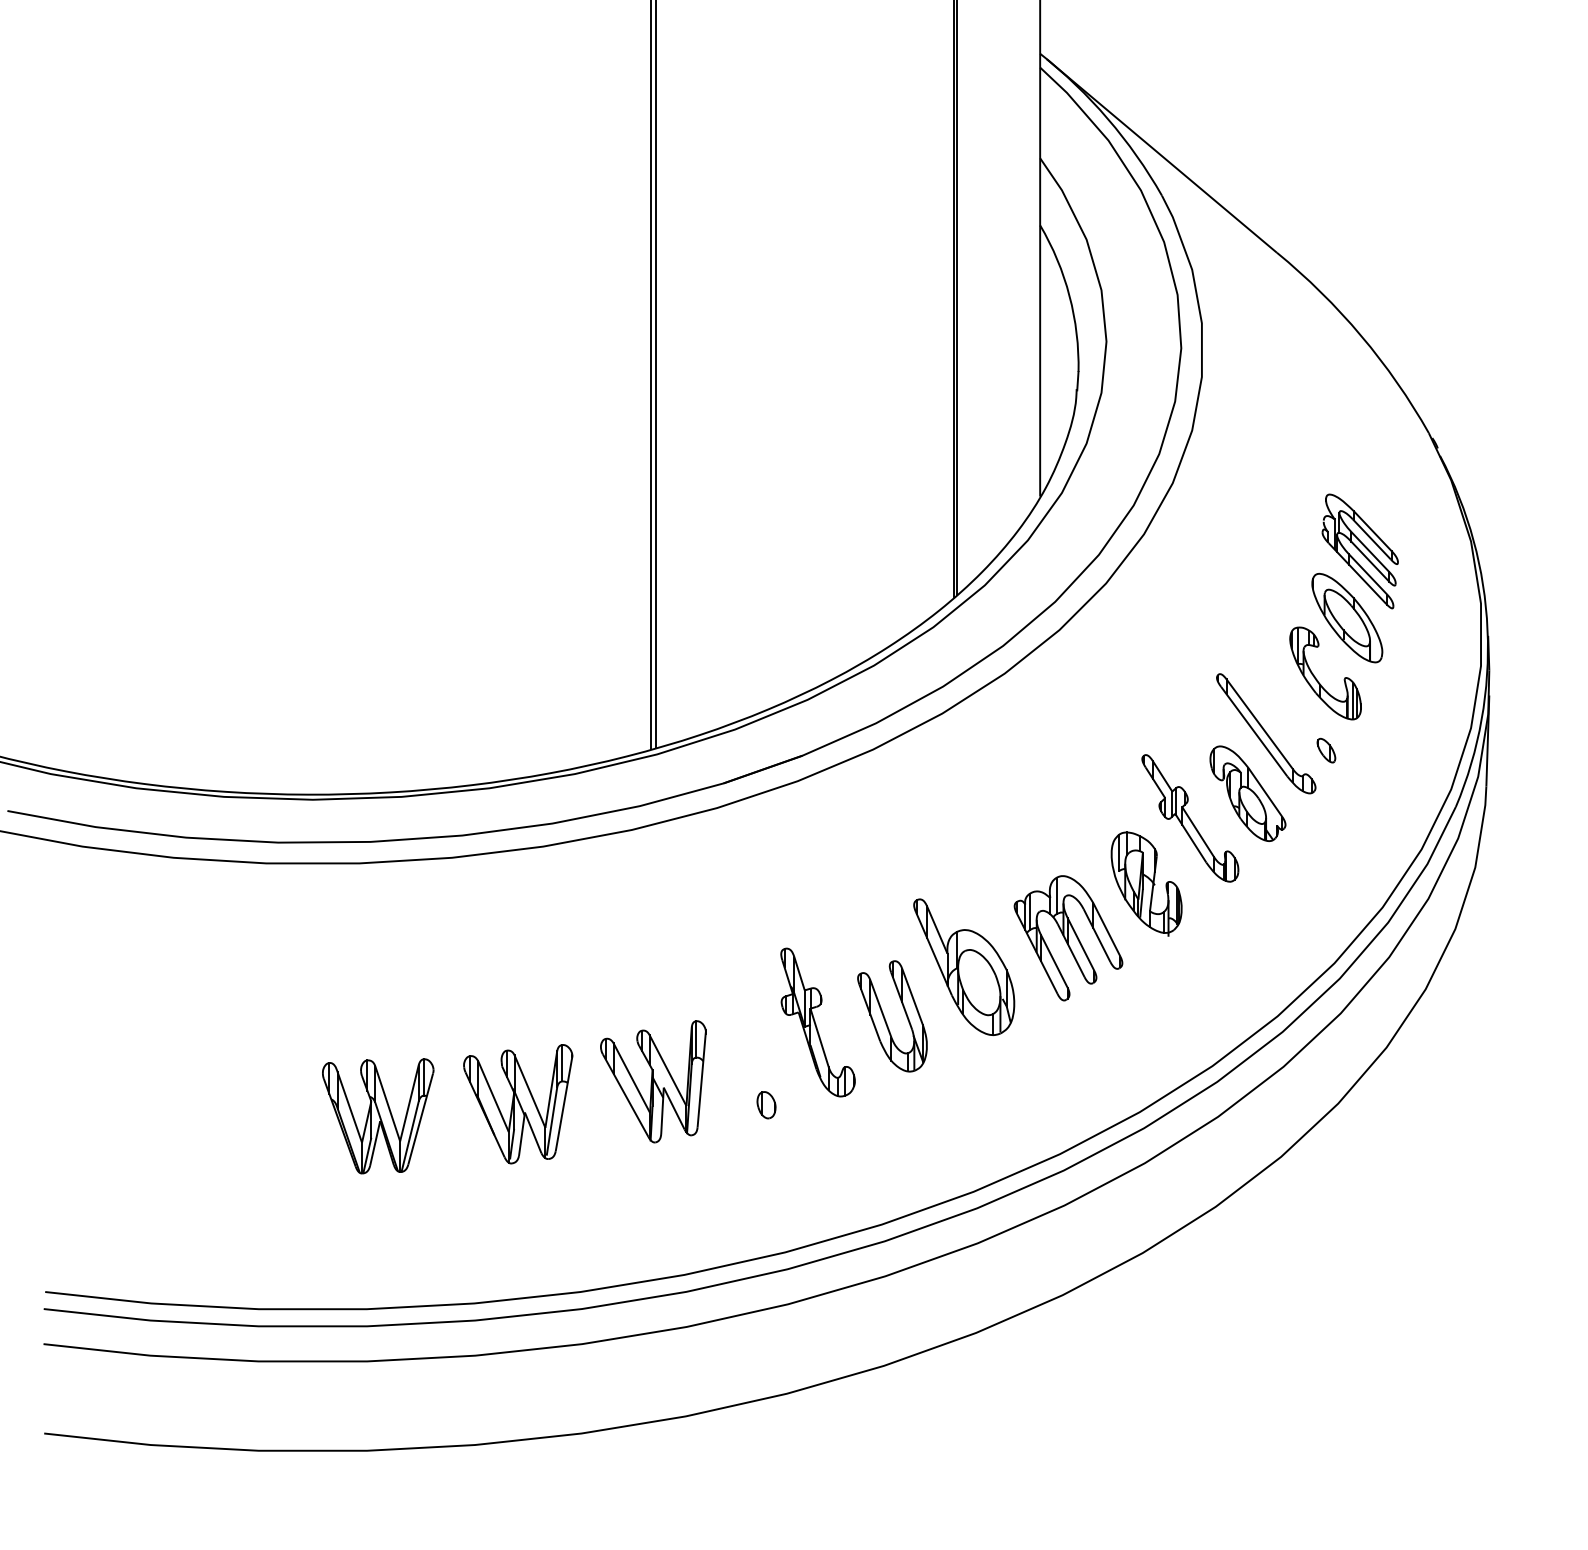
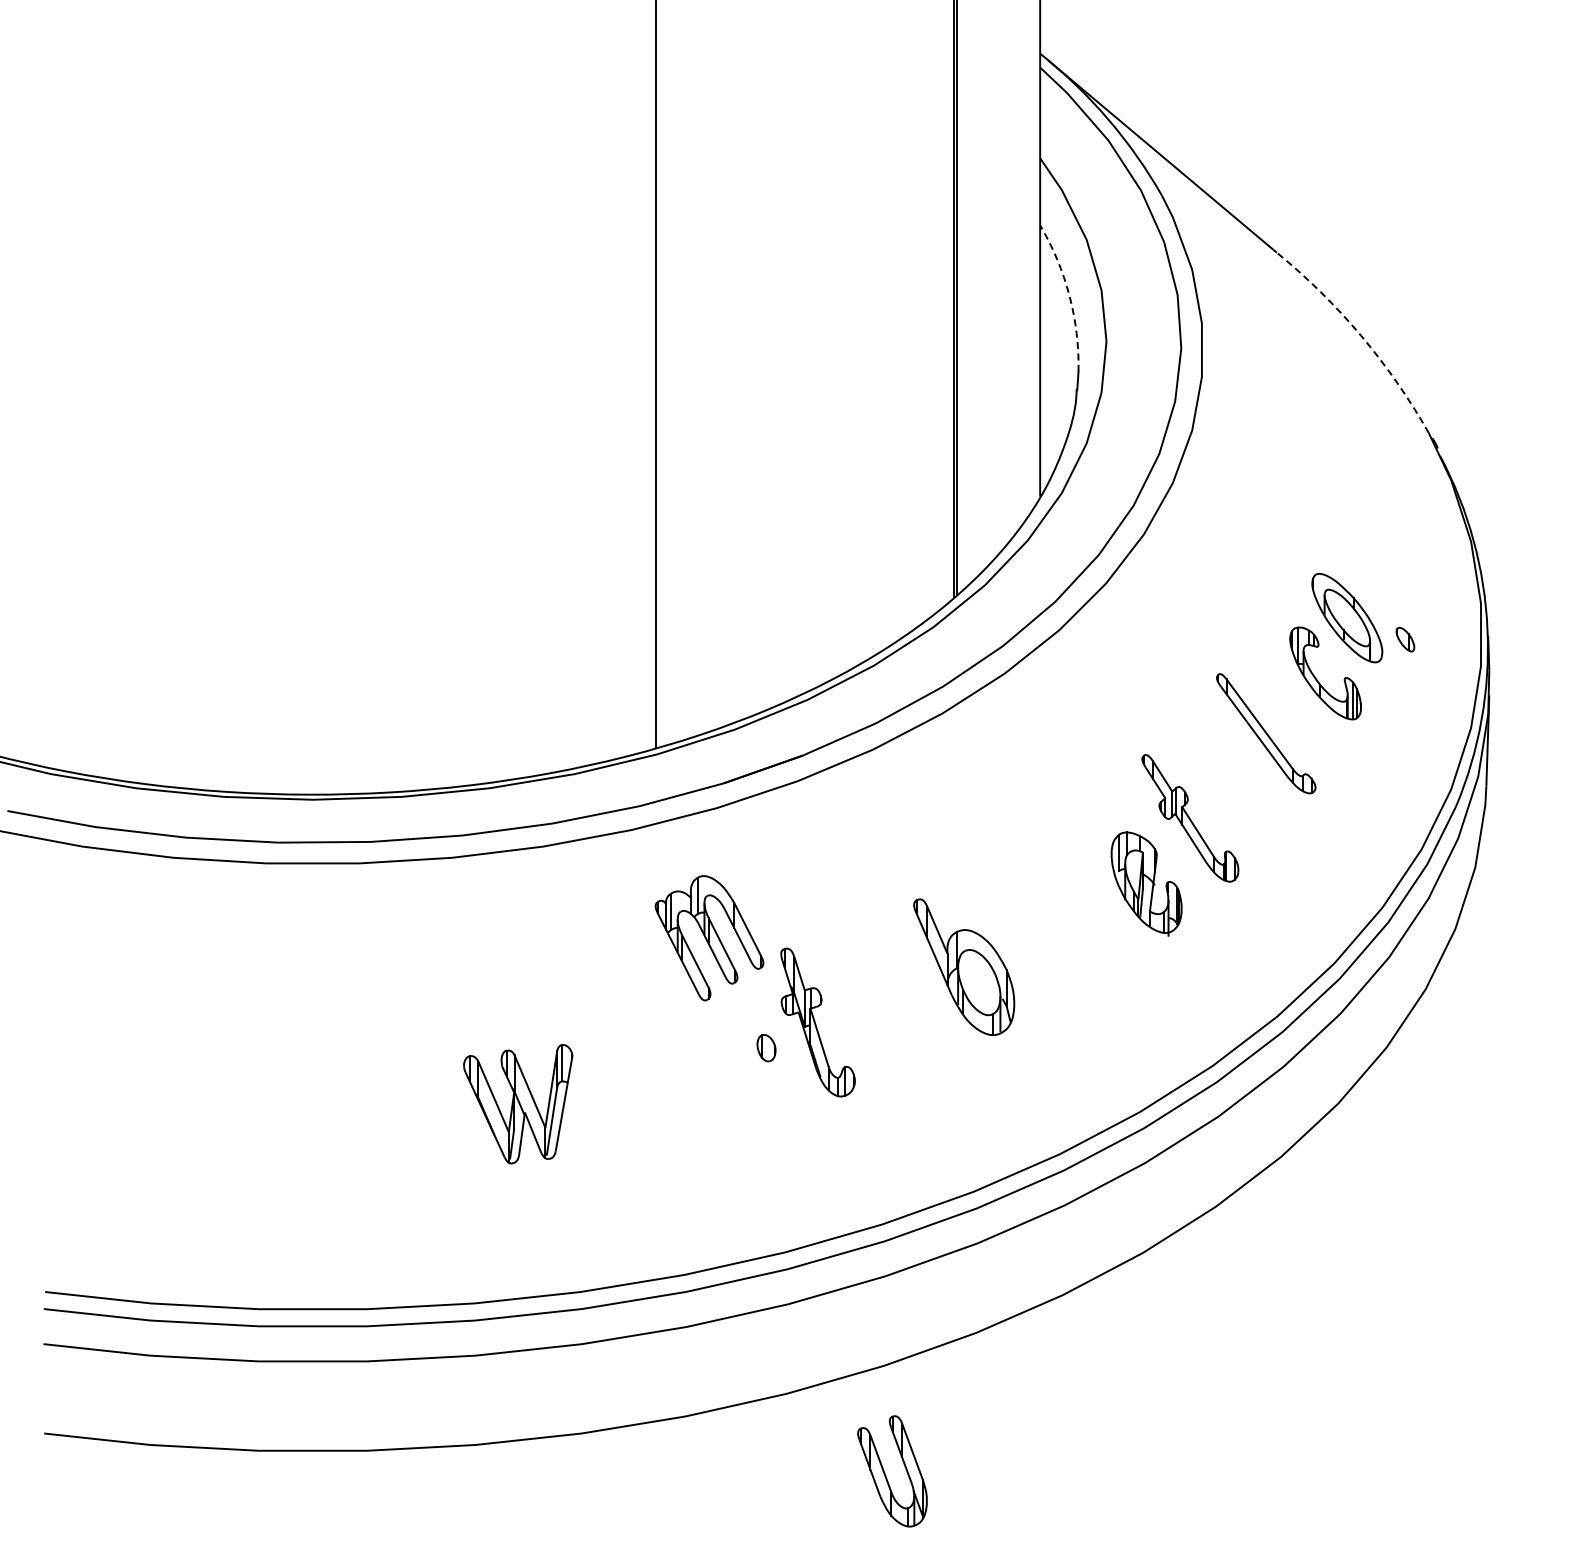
arc at (1069, 296): solid -> dashed
arc at (1361, 335): solid -> dashed
line at (651, 375): present -> none
part at (1359, 551): present -> none
part at (1326, 750) position: (1326, 750) -> (1405, 639)
part at (1247, 793): present -> none
part at (1068, 938) position: (1068, 938) -> (709, 938)
part at (886, 1020) position: (886, 1020) -> (886, 1475)
part at (653, 1081): present -> none
part at (766, 1105) position: (766, 1105) -> (766, 1048)
part at (378, 1116): present -> none
